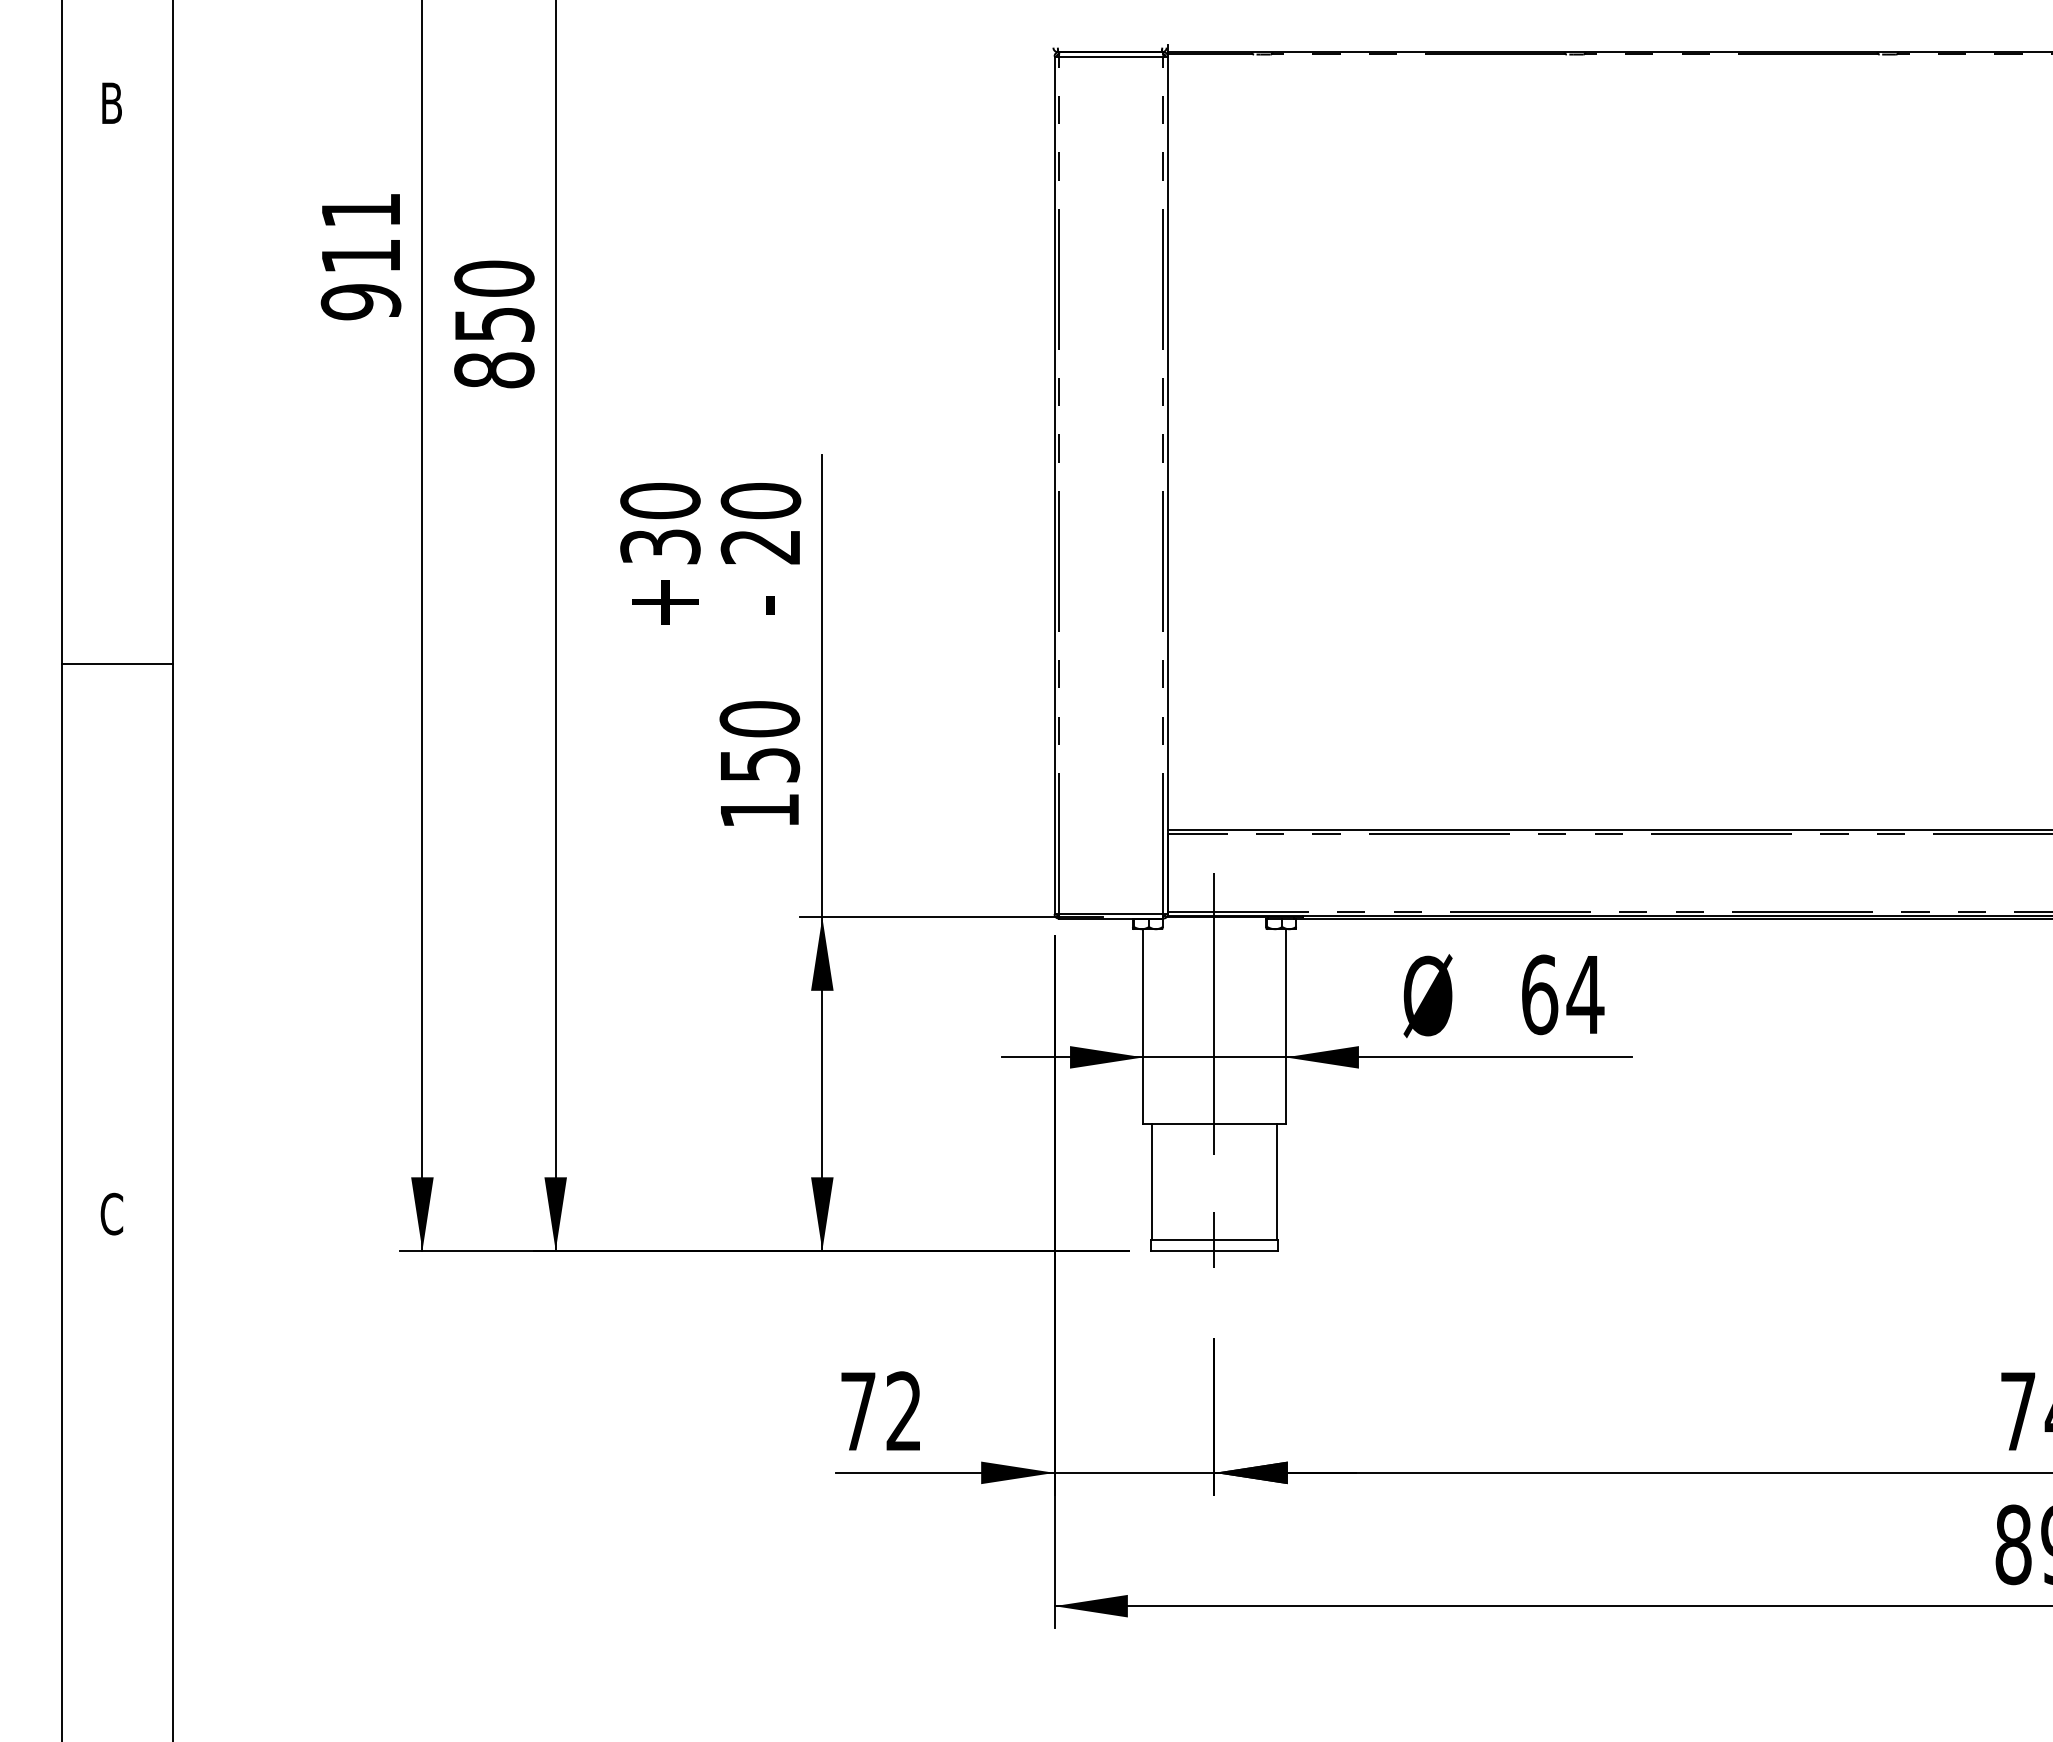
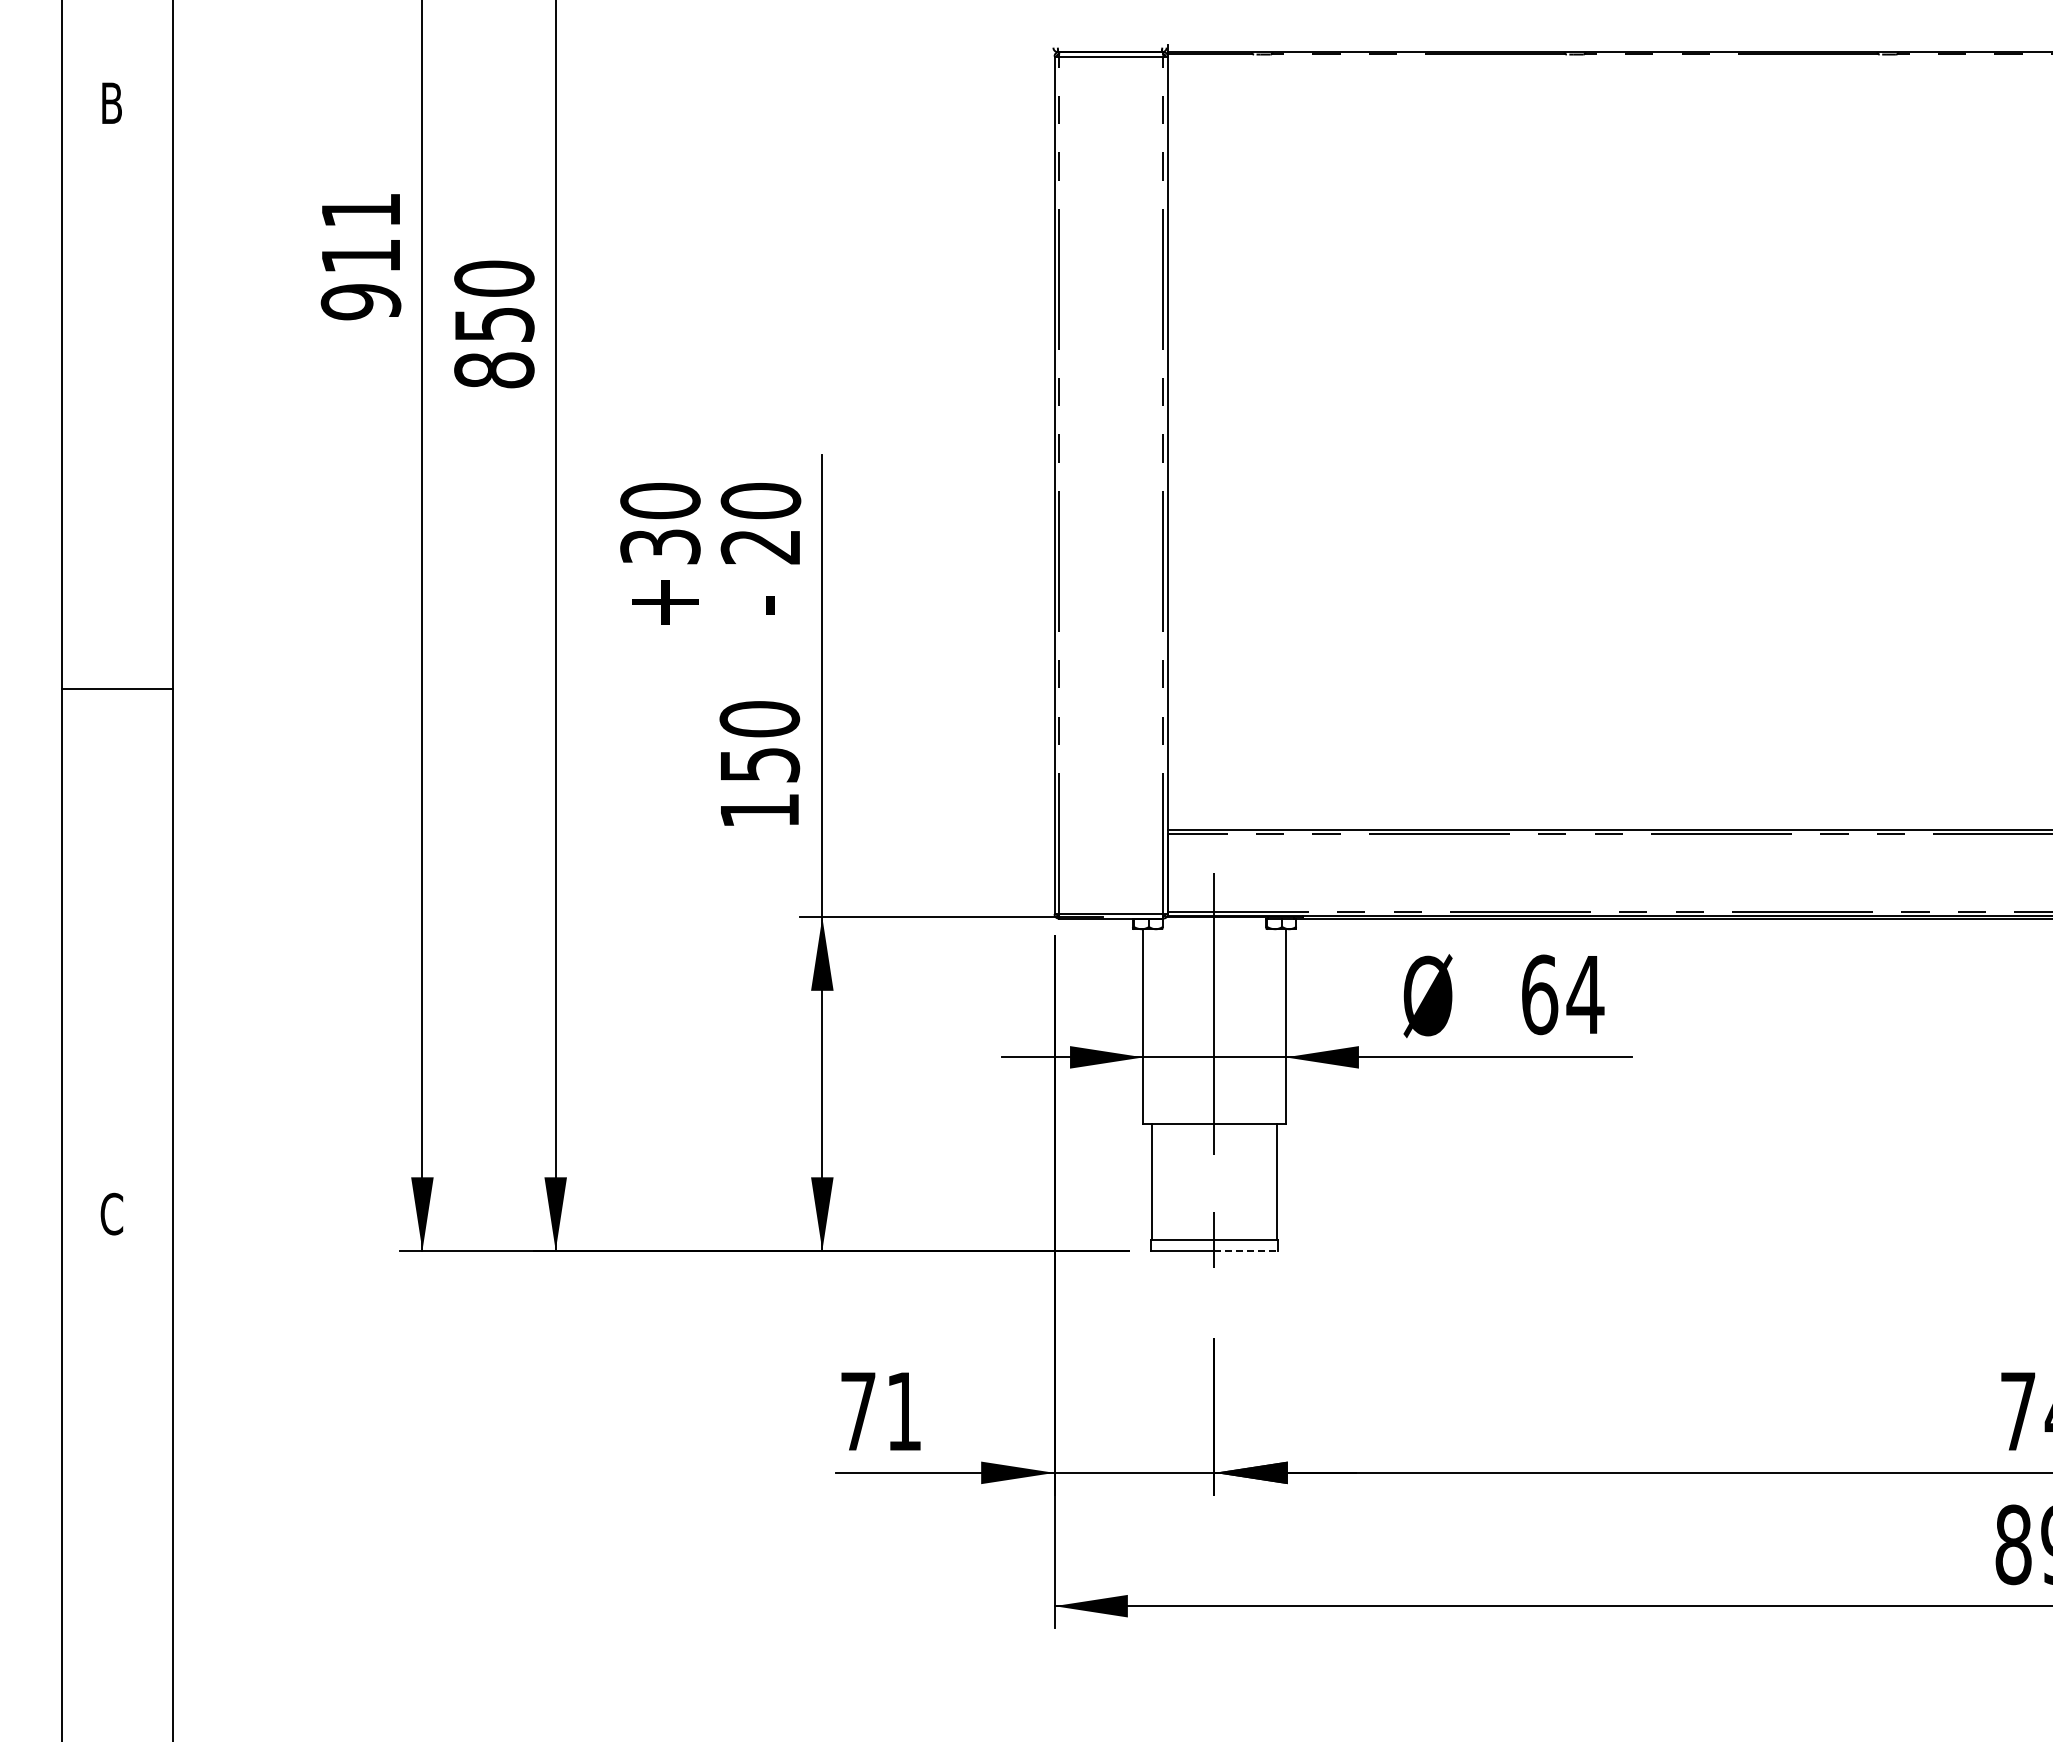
line at (116, 664) position: (116, 664) -> (116, 689)
line at (1246, 1250): solid -> dashed
text at (903, 1410): 72 -> 71
